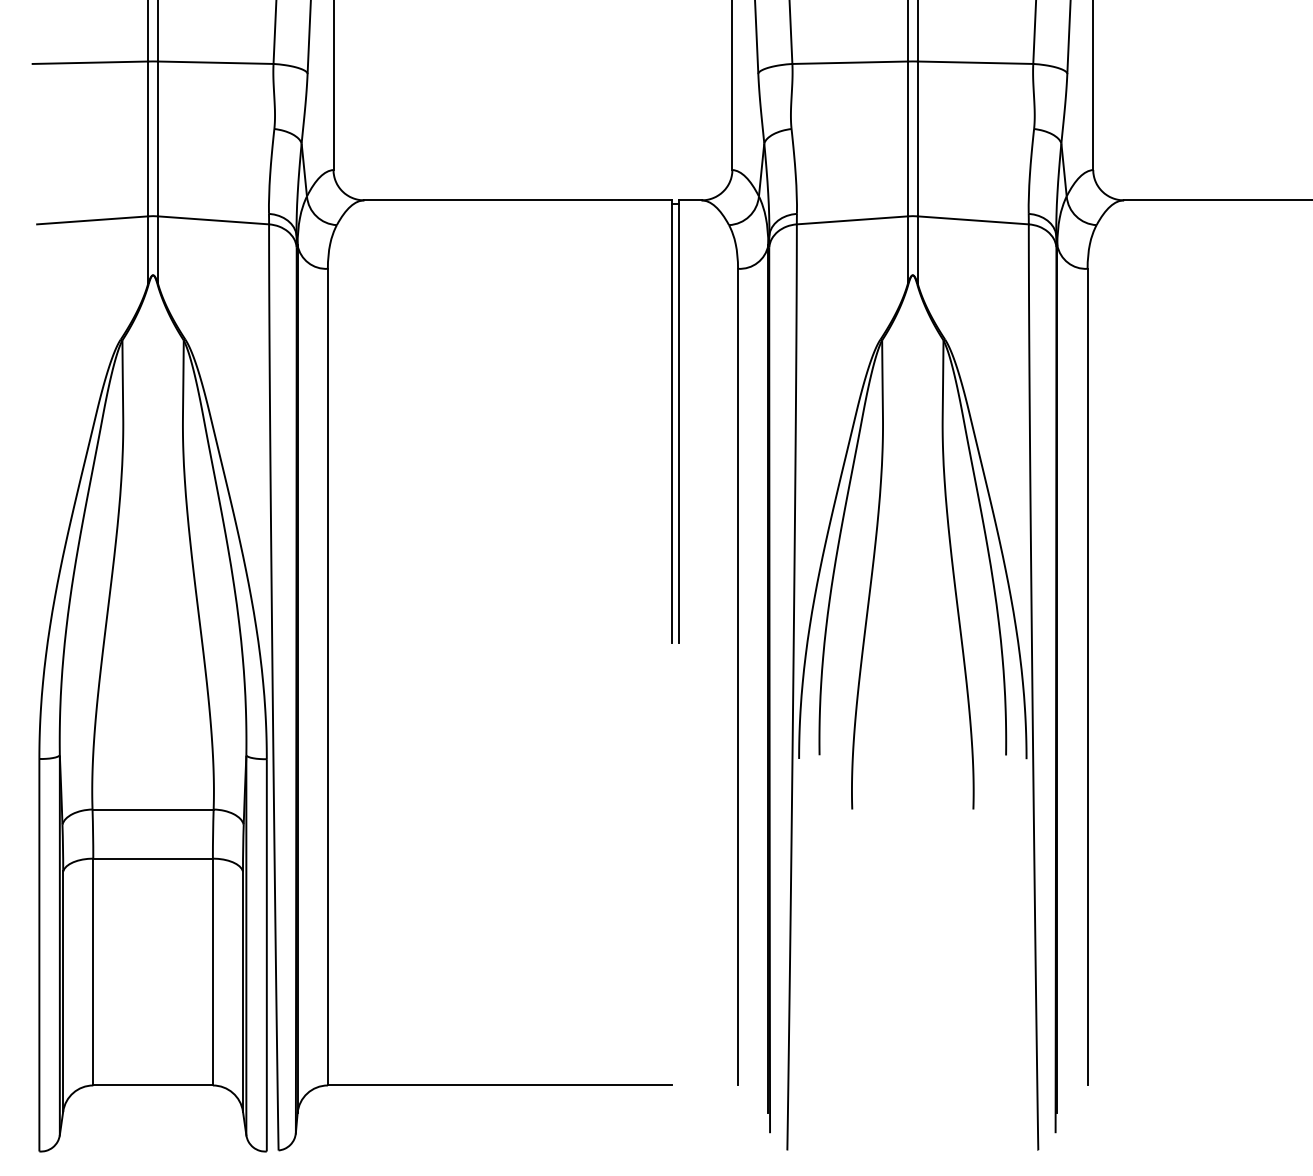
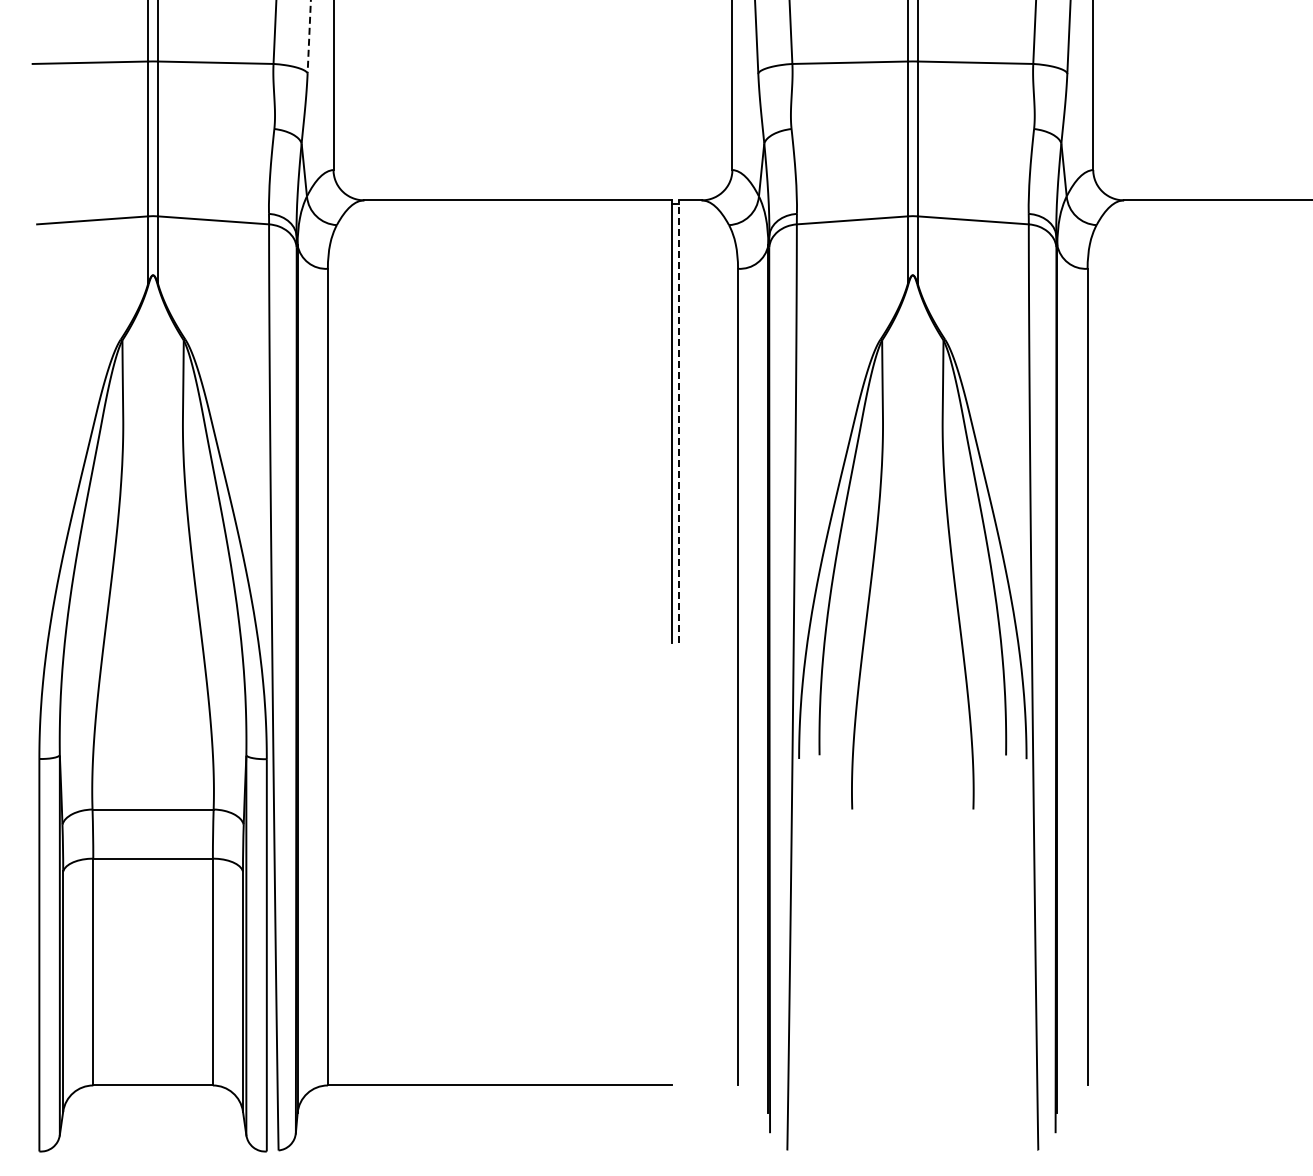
line at (309, 37): solid -> dashed
line at (679, 421): solid -> dashed
